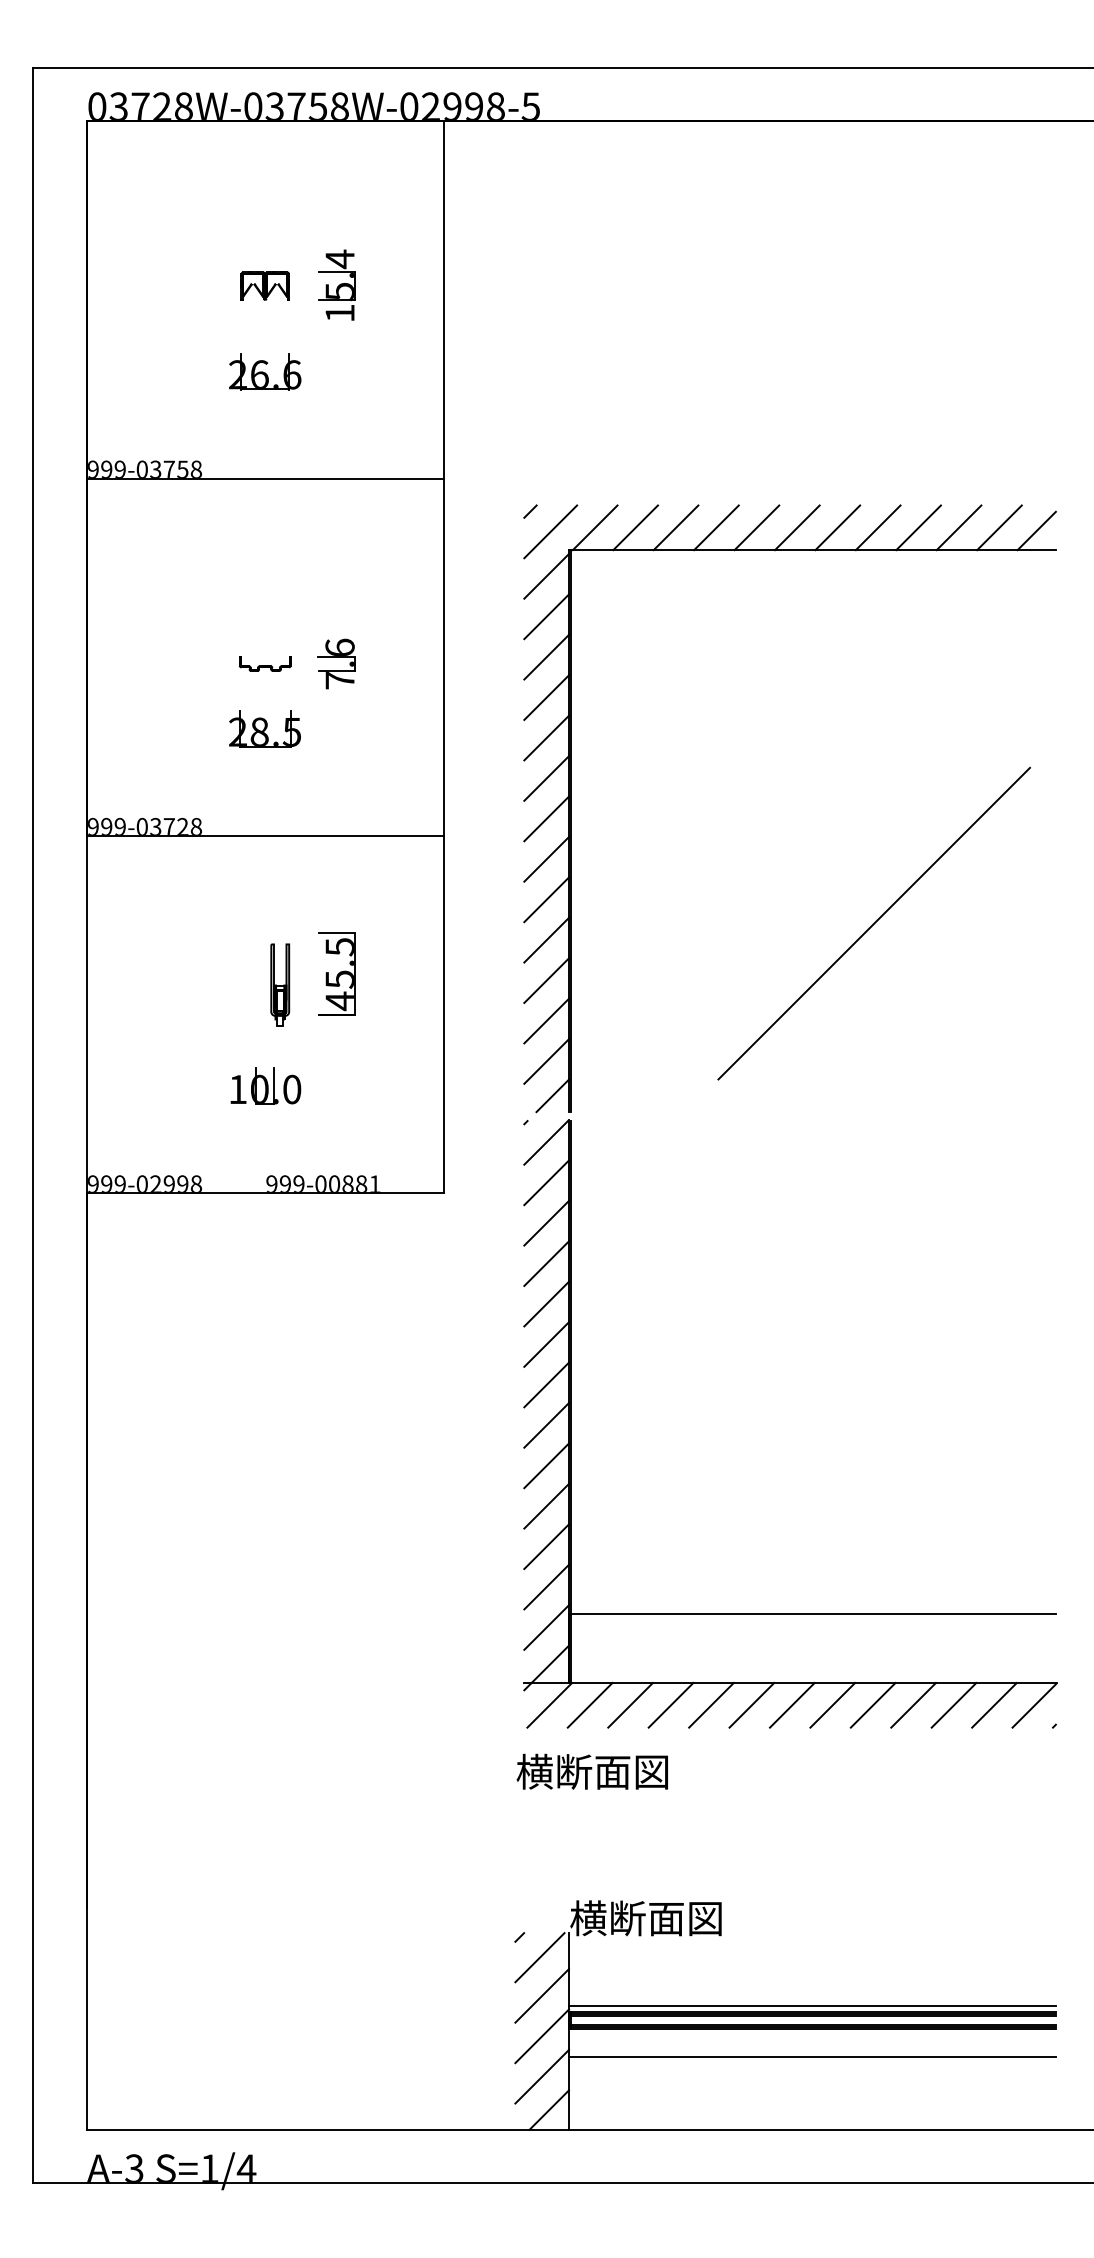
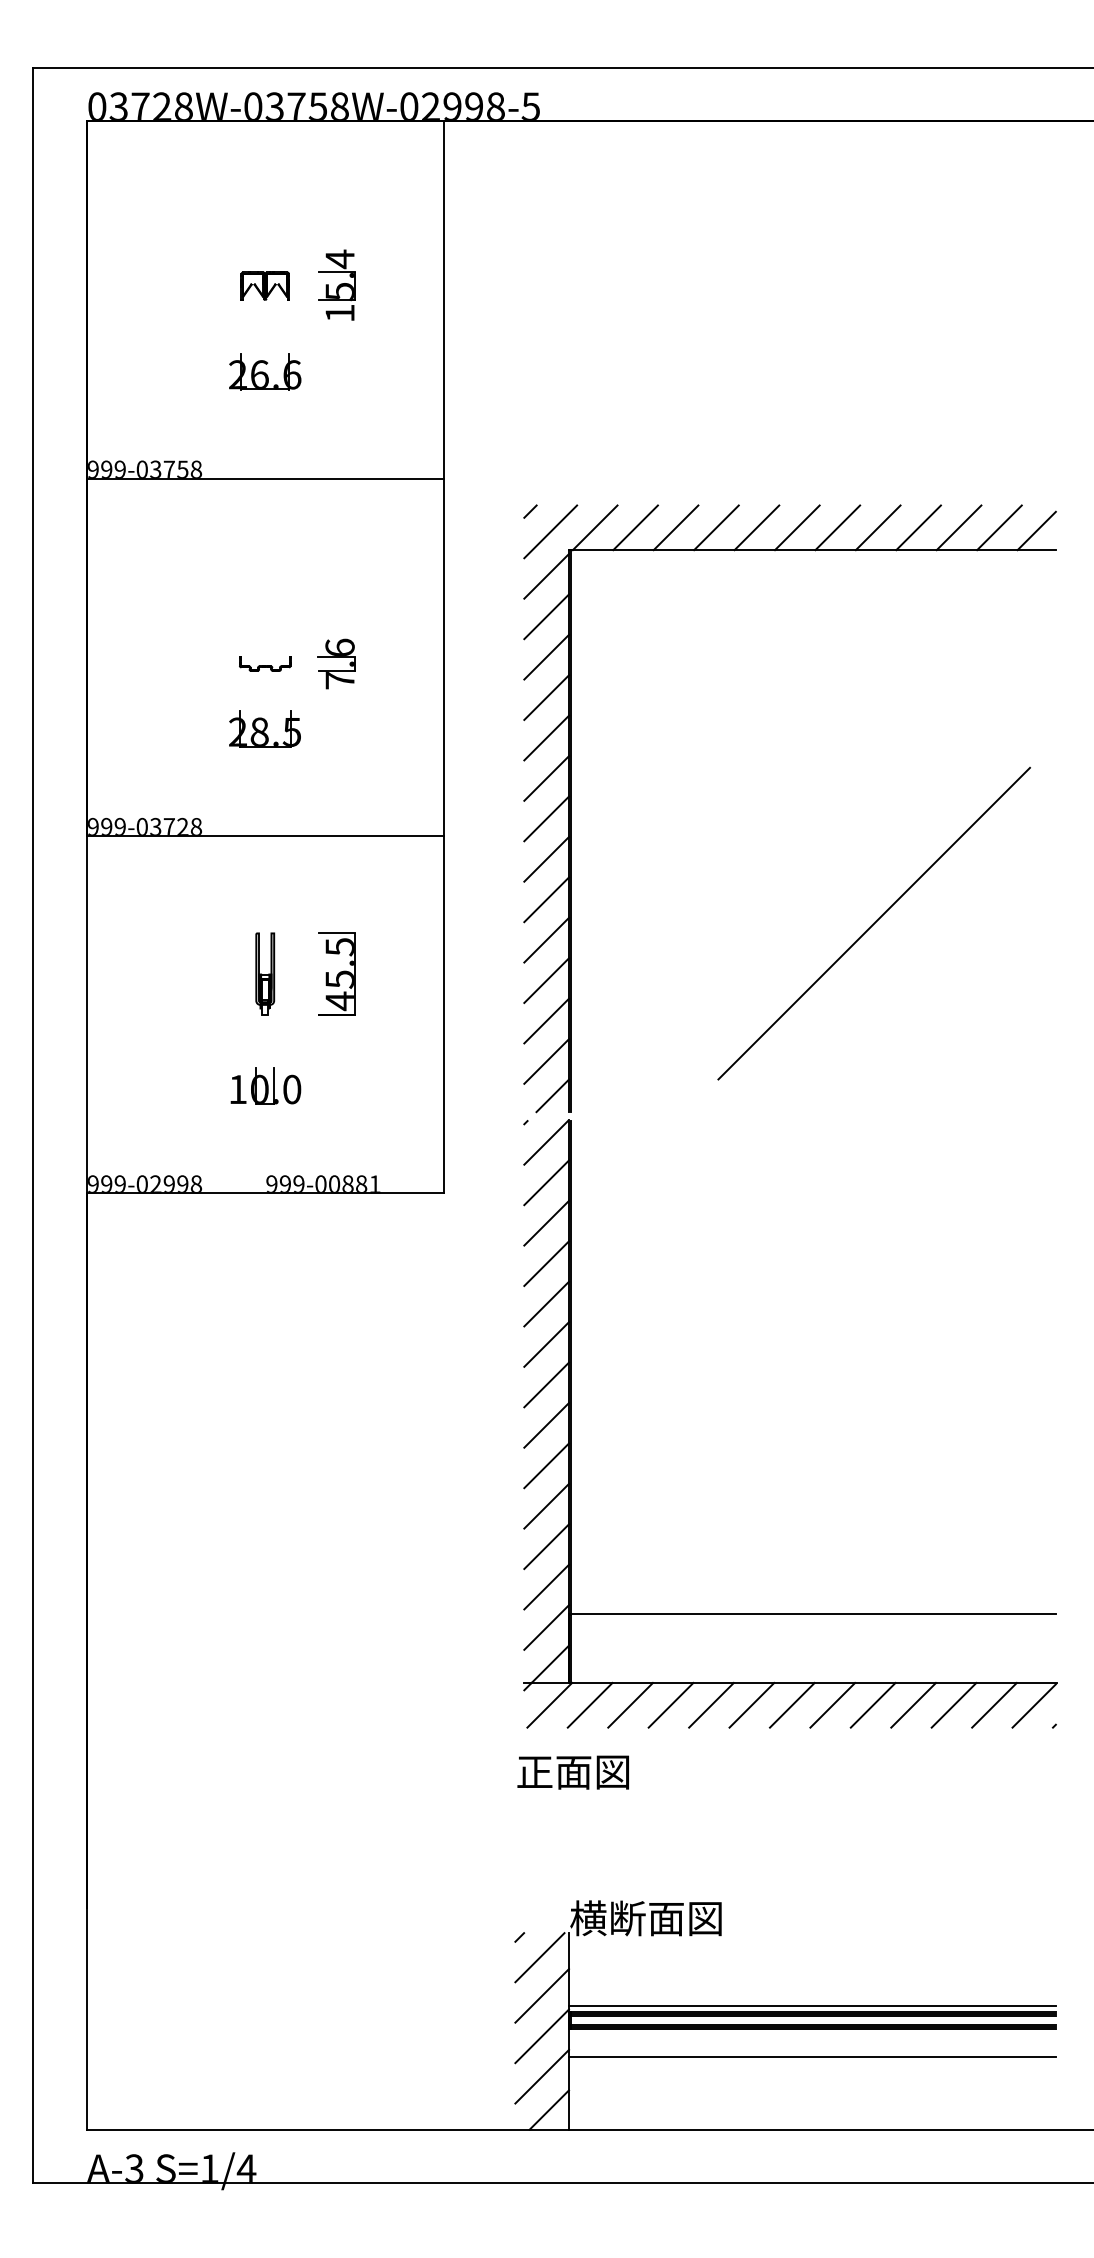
part at (280, 984) position: (280, 984) -> (265, 973)
text at (591, 1771): 横断面図 -> 正面図
